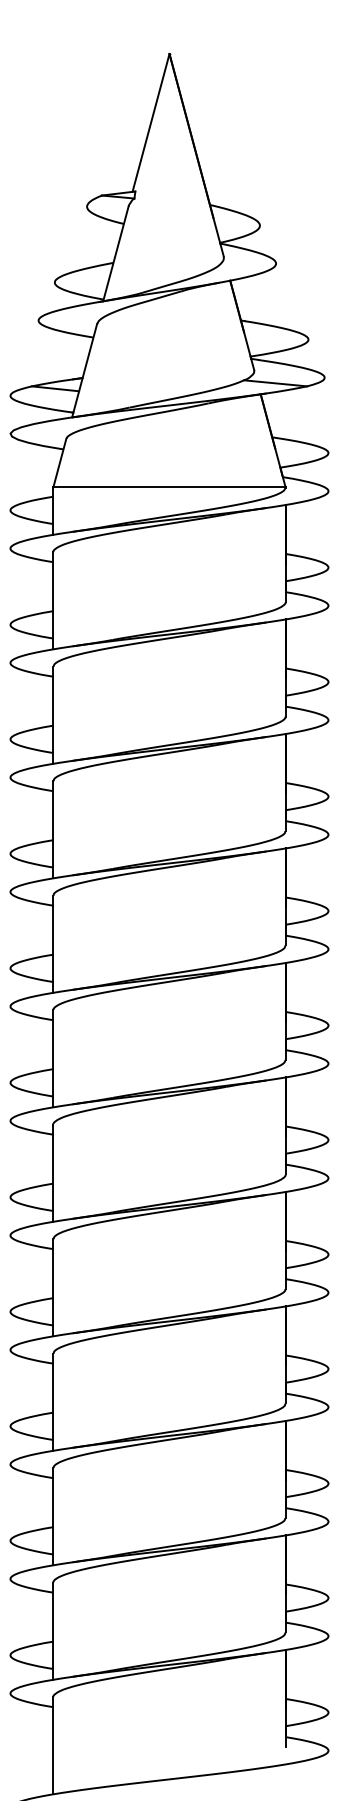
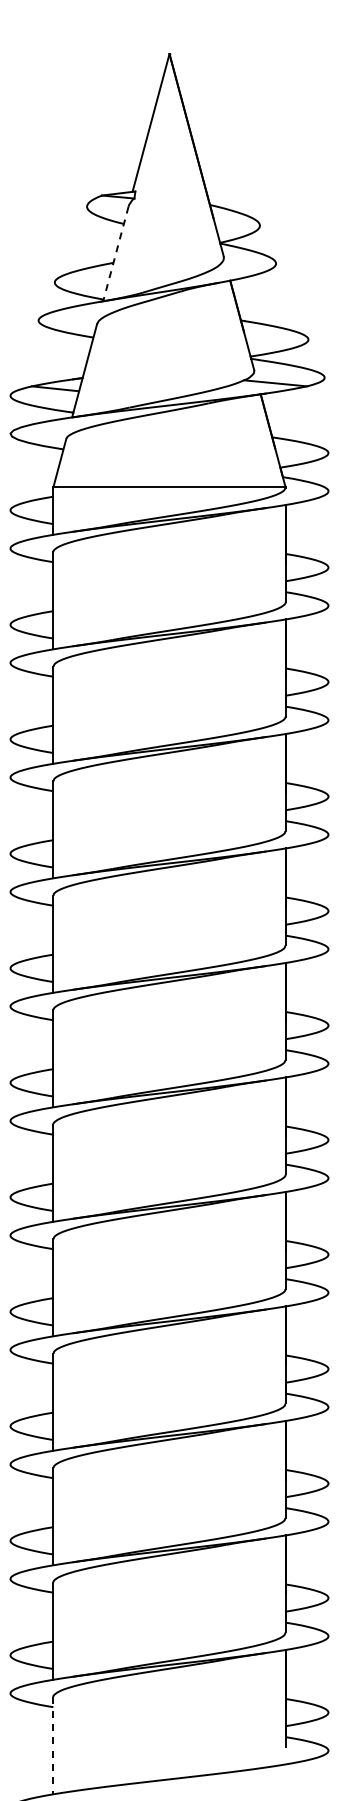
line at (115, 254): solid -> dashed
line at (53, 1745): solid -> dashed
